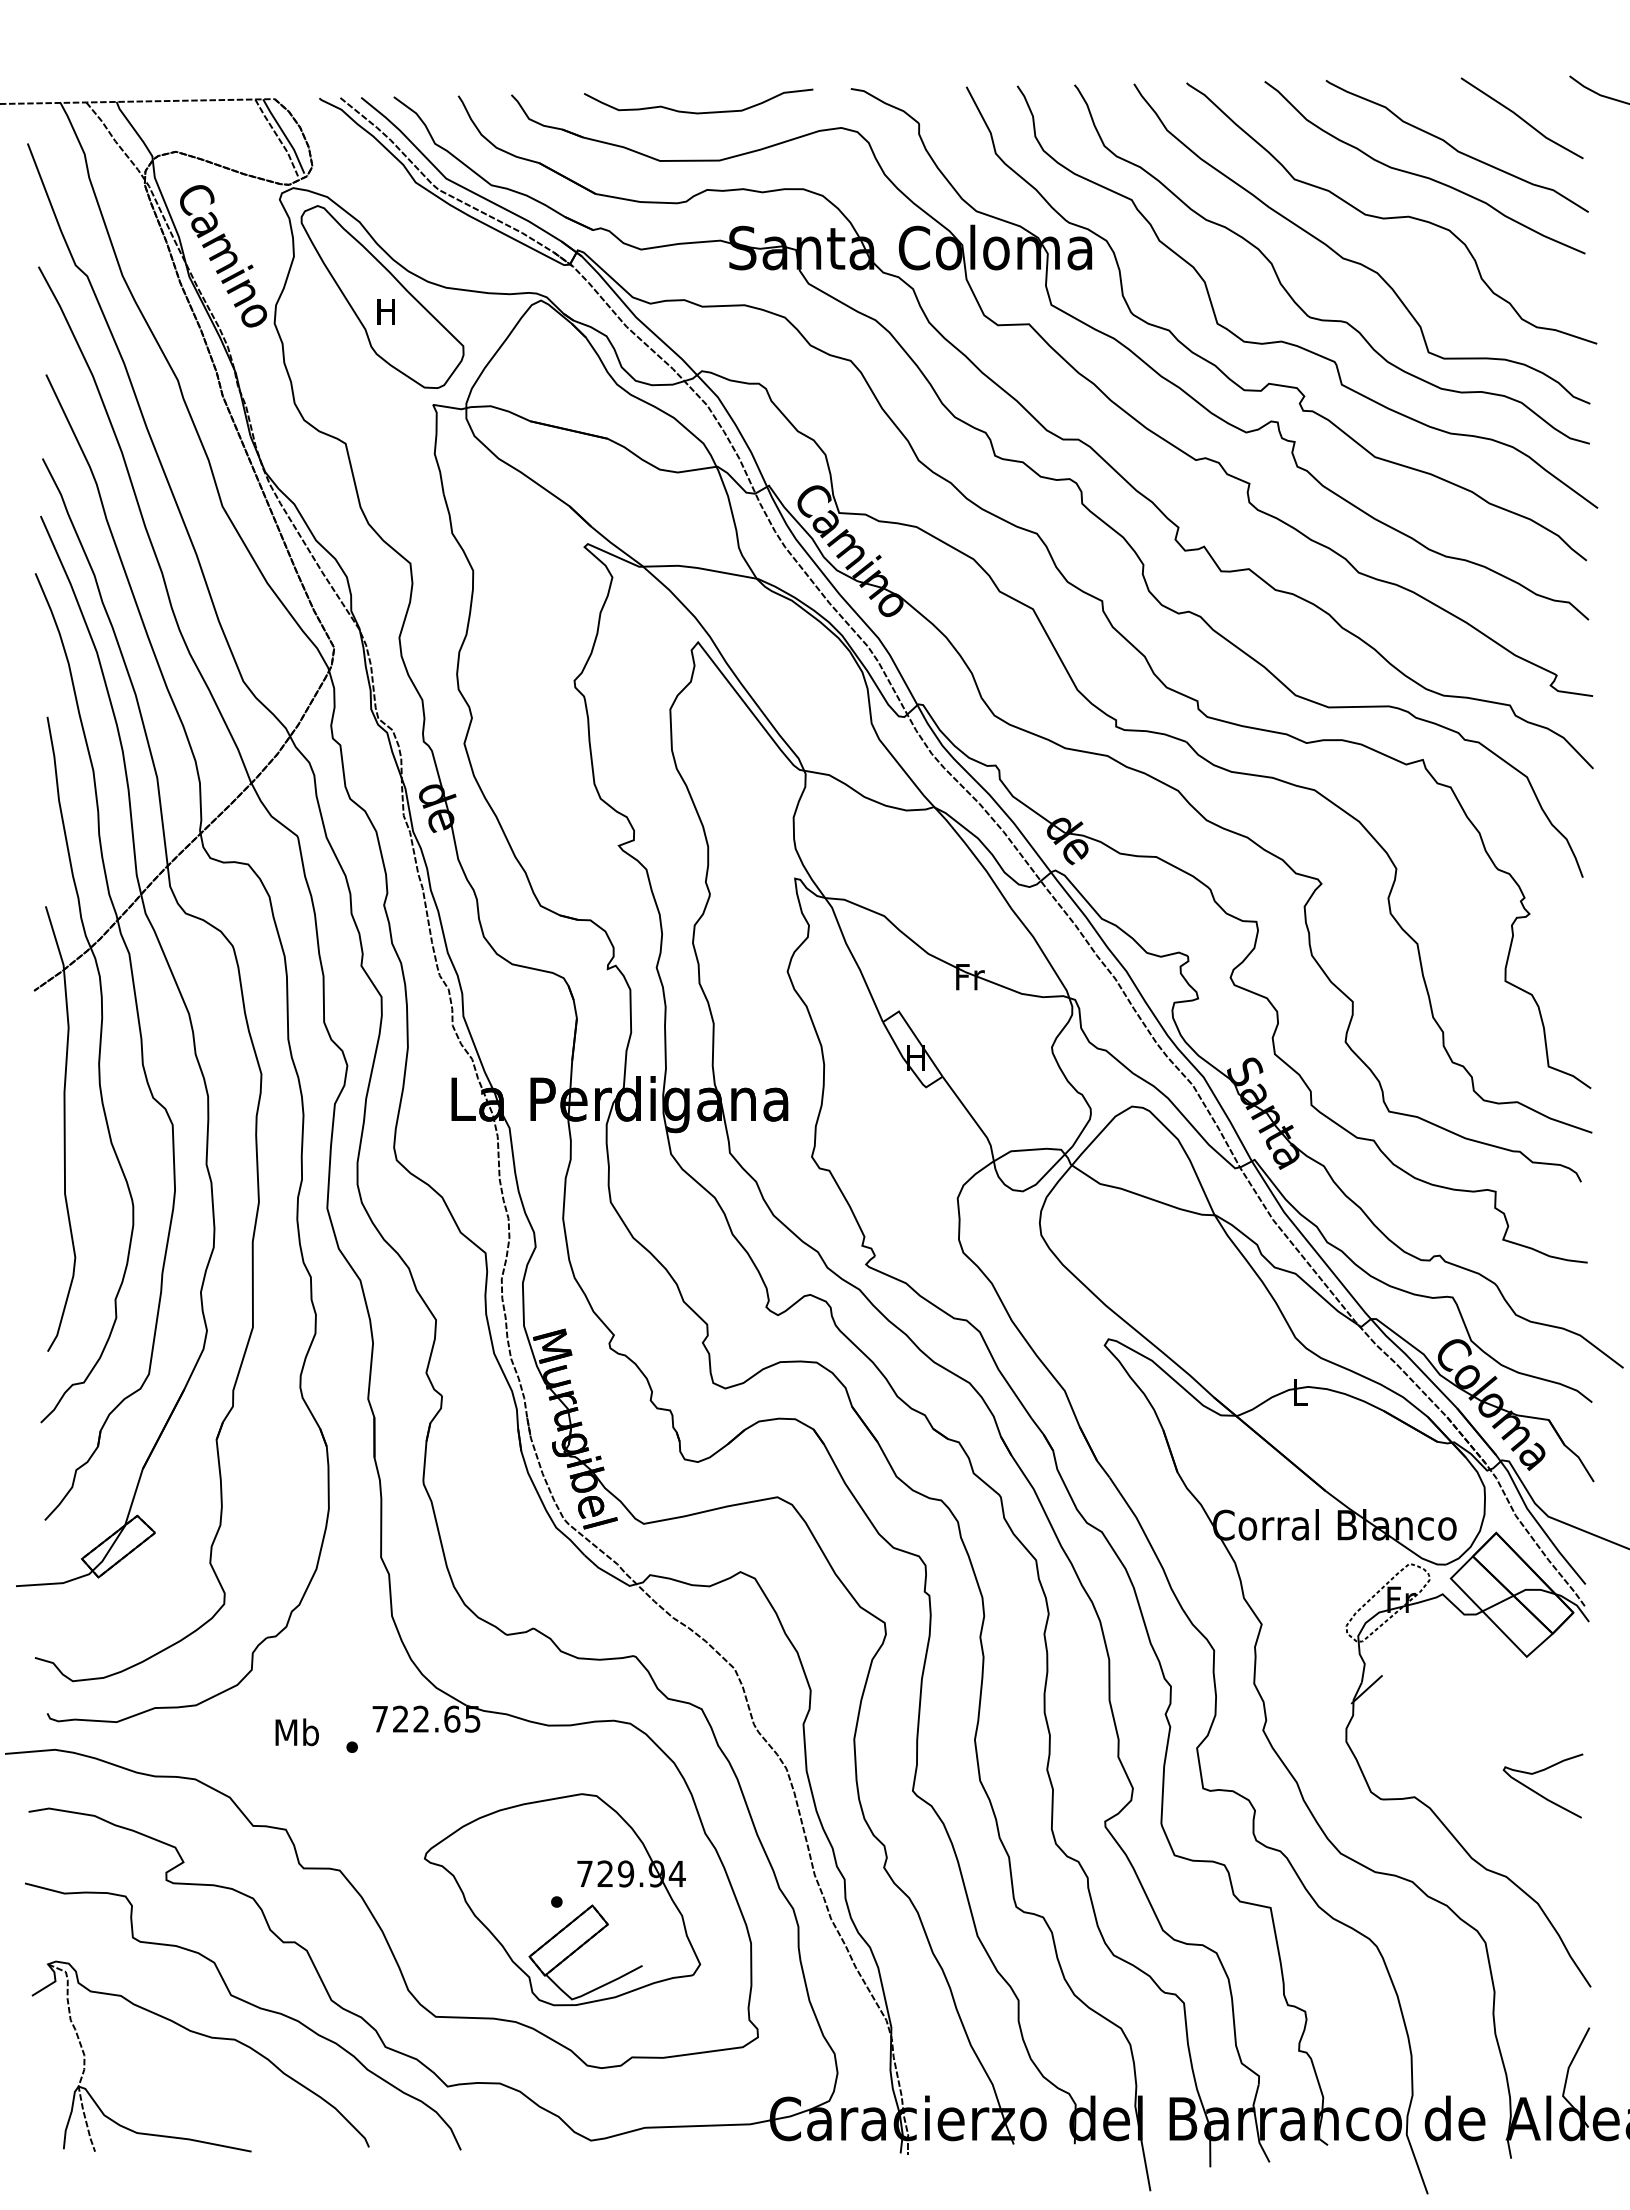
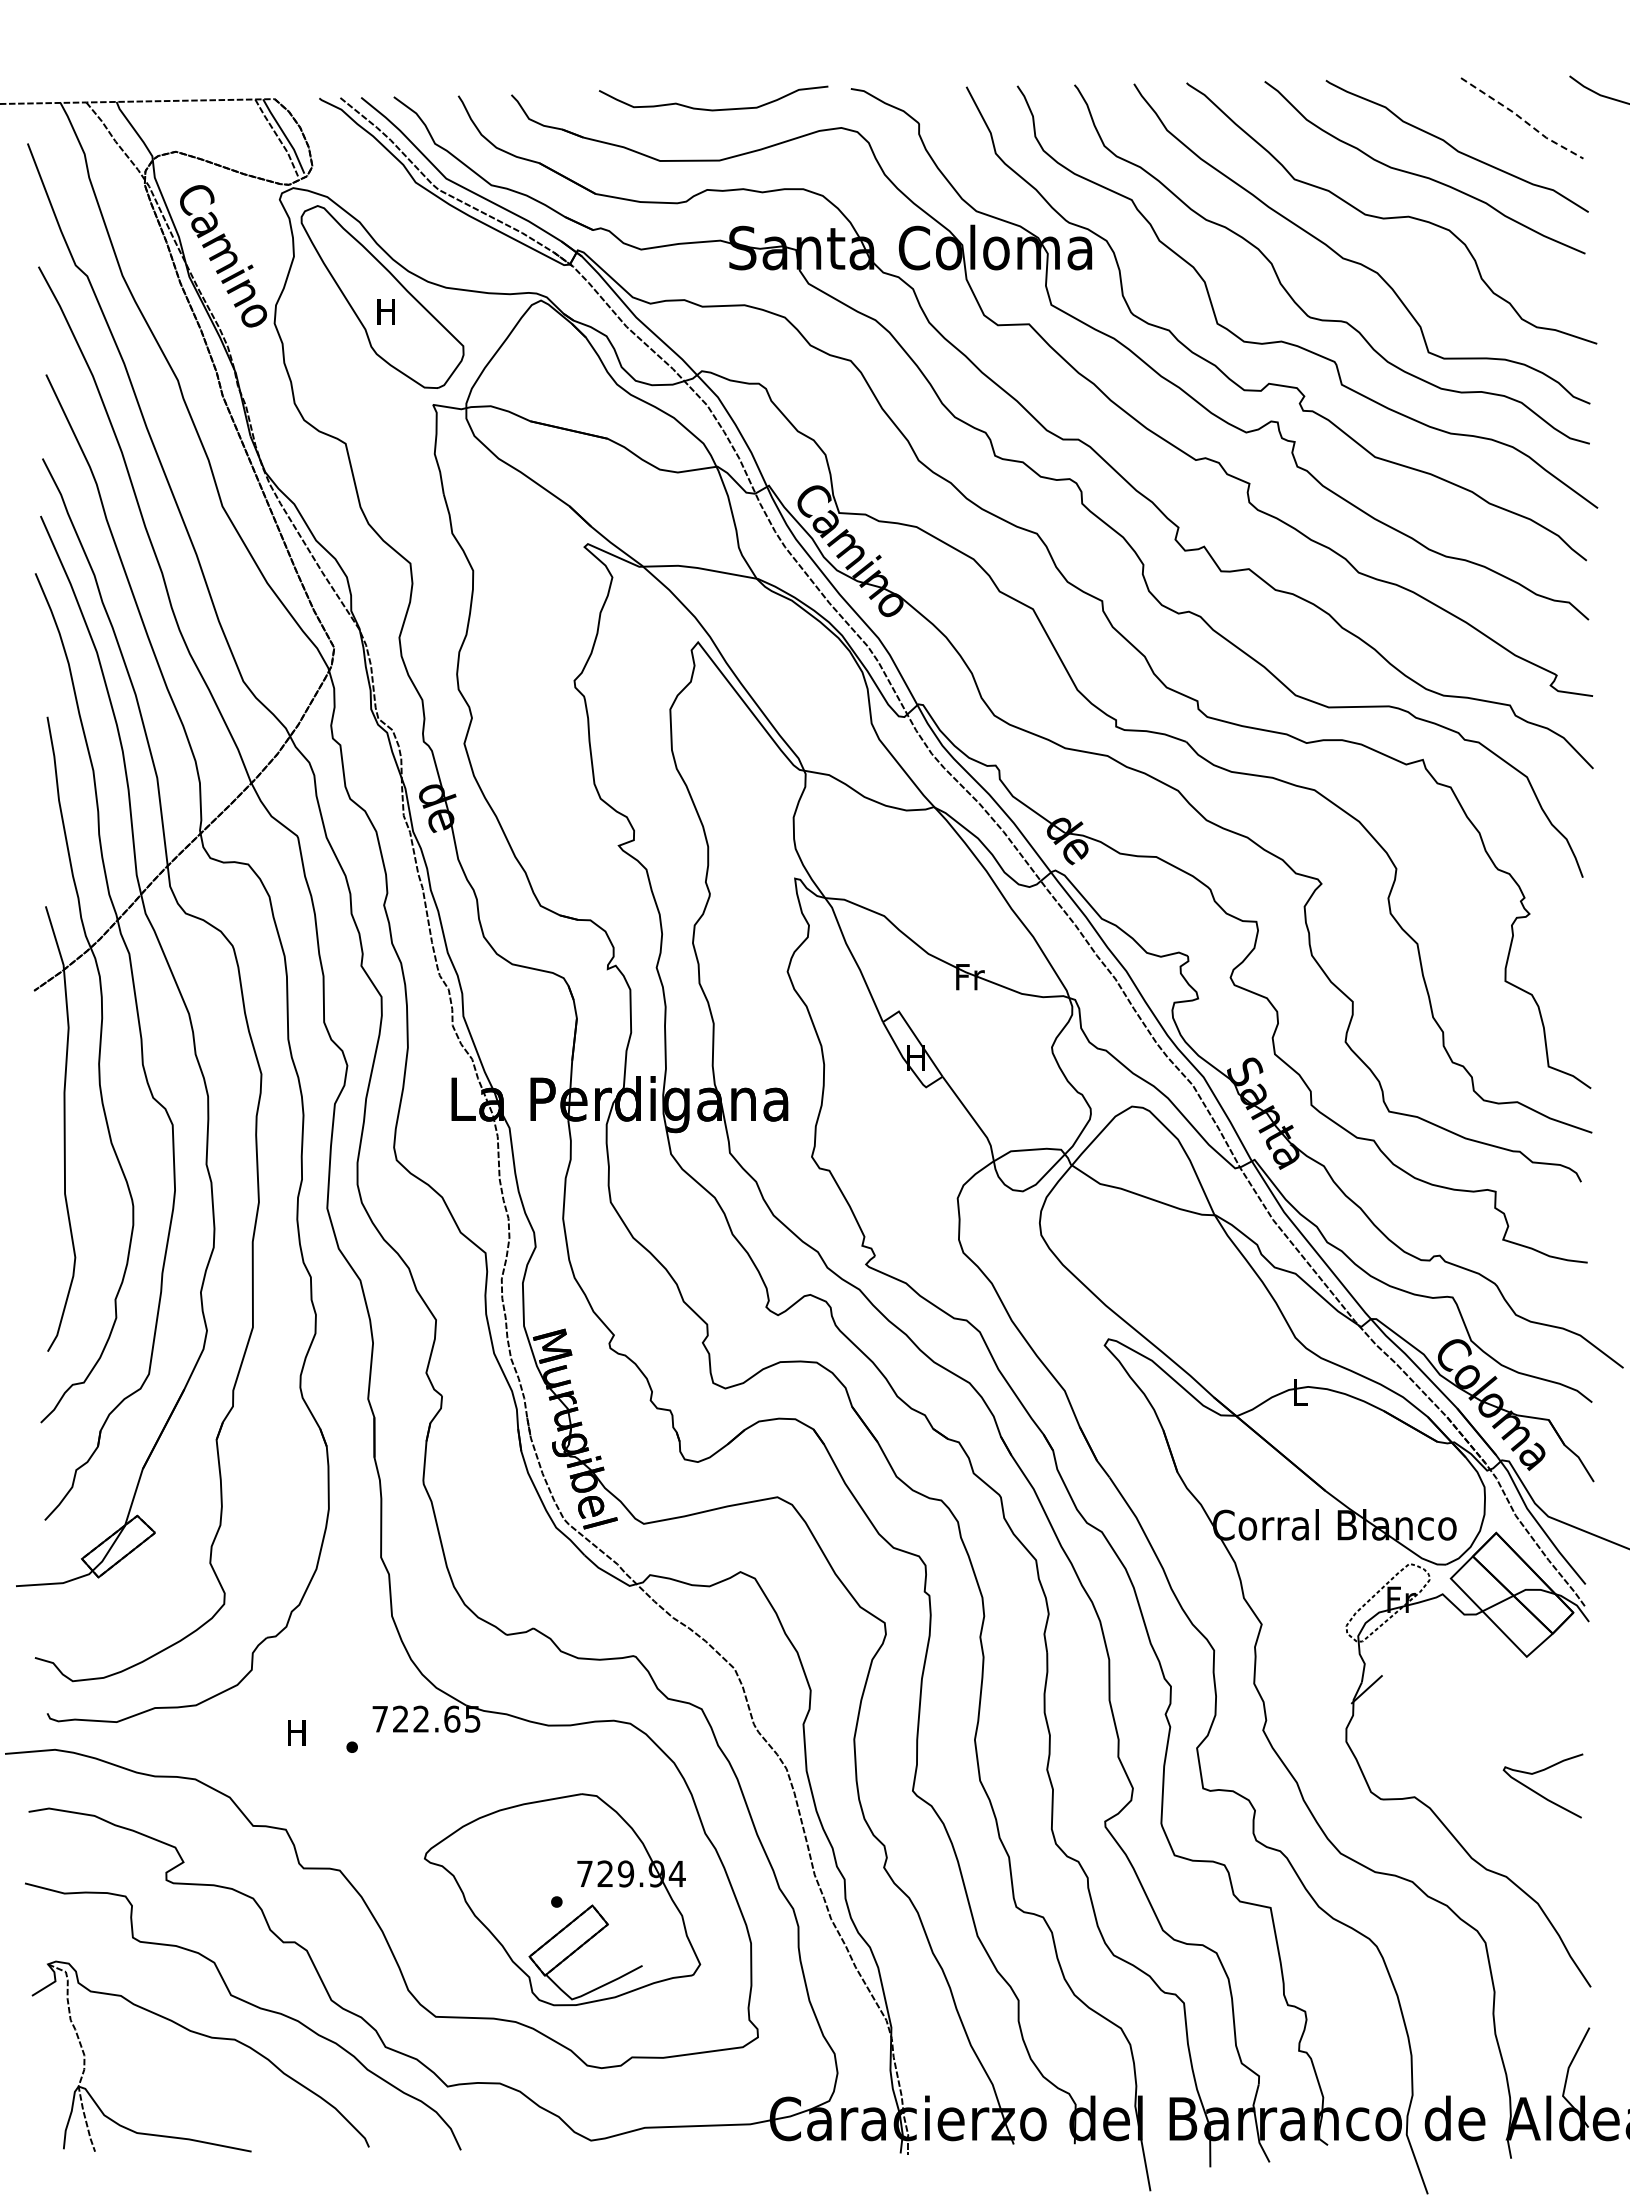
curve at (698, 112) position: (698, 112) -> (713, 109)
line at (1522, 119): solid -> dashed
text at (296, 1732): Mb -> H
